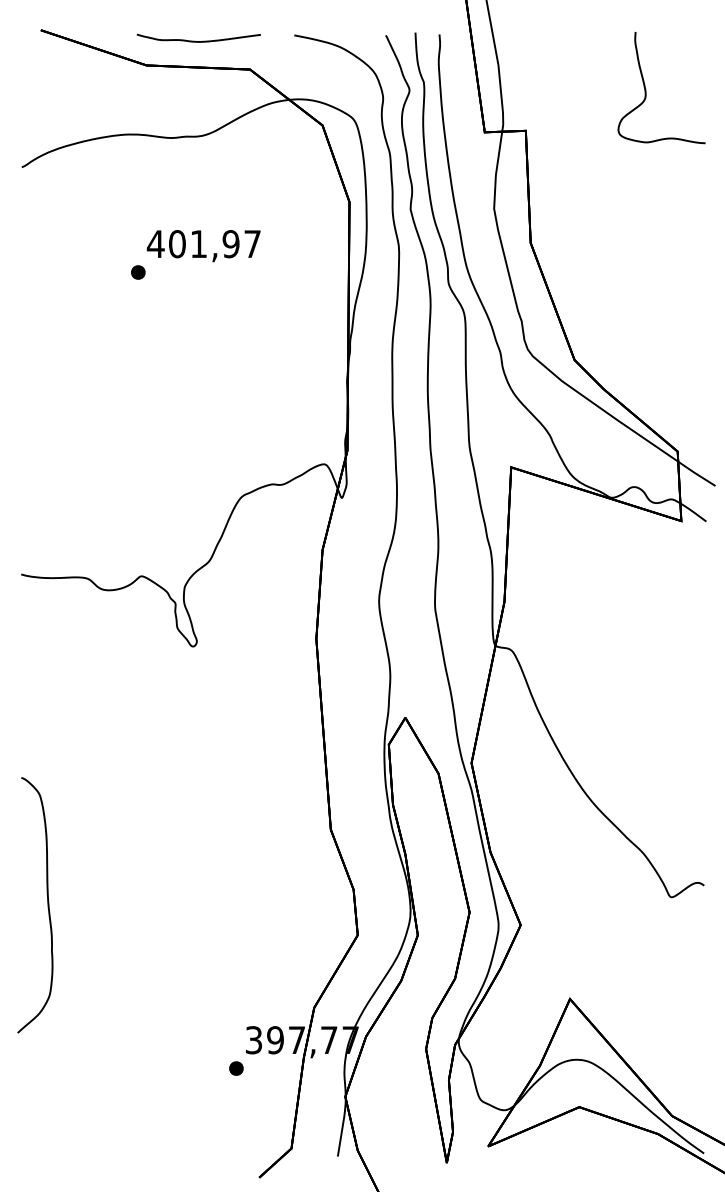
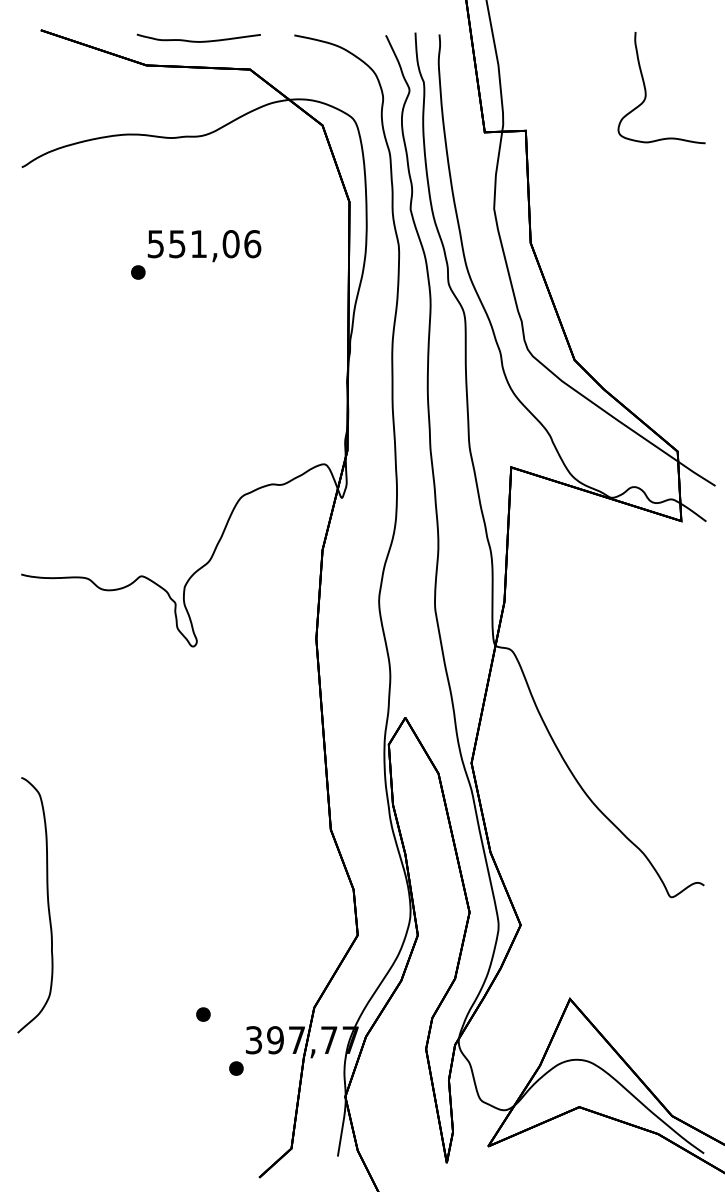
text at (203, 244): 401,97 -> 551,06
part at (203, 1014): none -> present
